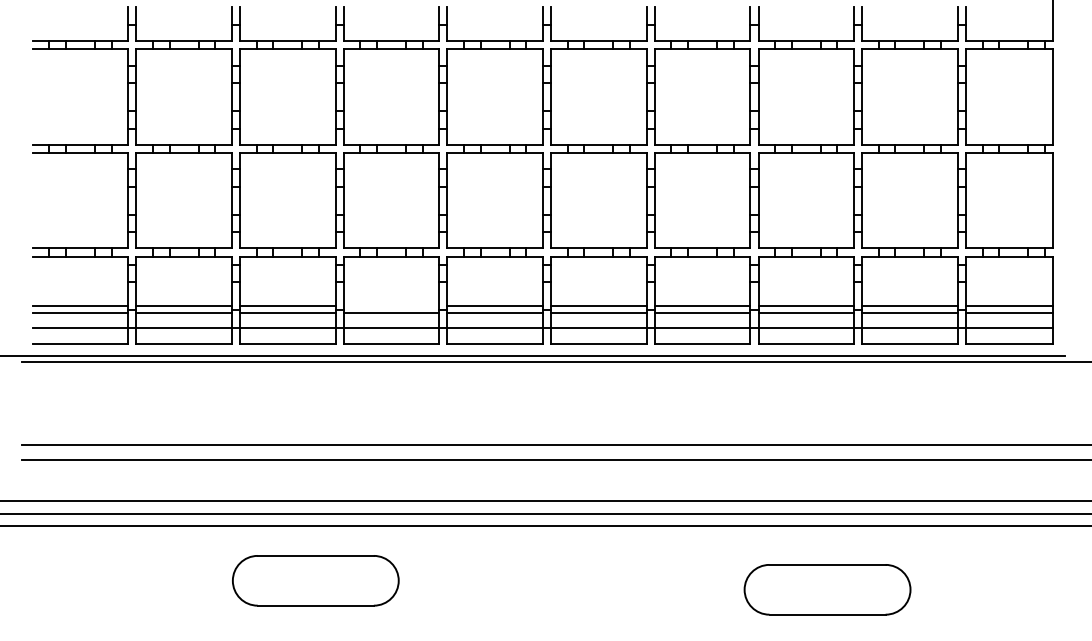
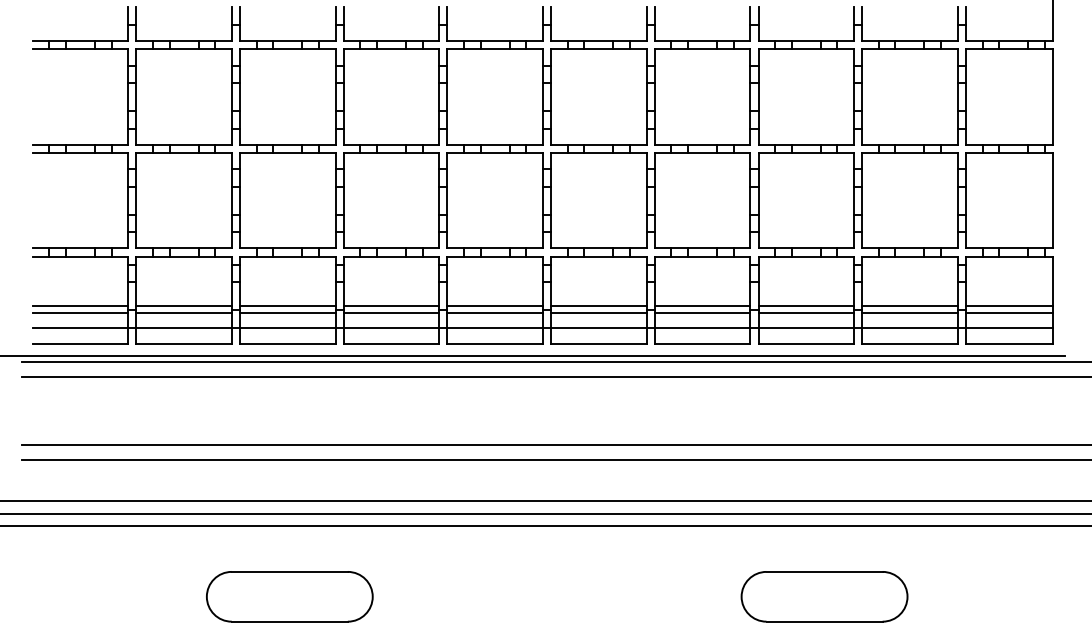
line at (391, 306): none -> present
line at (555, 377): none -> present
part at (315, 580) position: (315, 580) -> (289, 596)
part at (827, 589) position: (827, 589) -> (824, 596)
